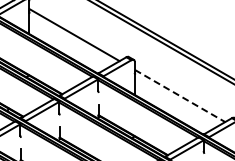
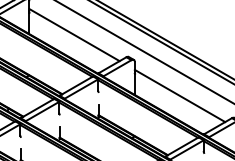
line at (144, 52): none -> present
line at (180, 96): dashed -> solid
